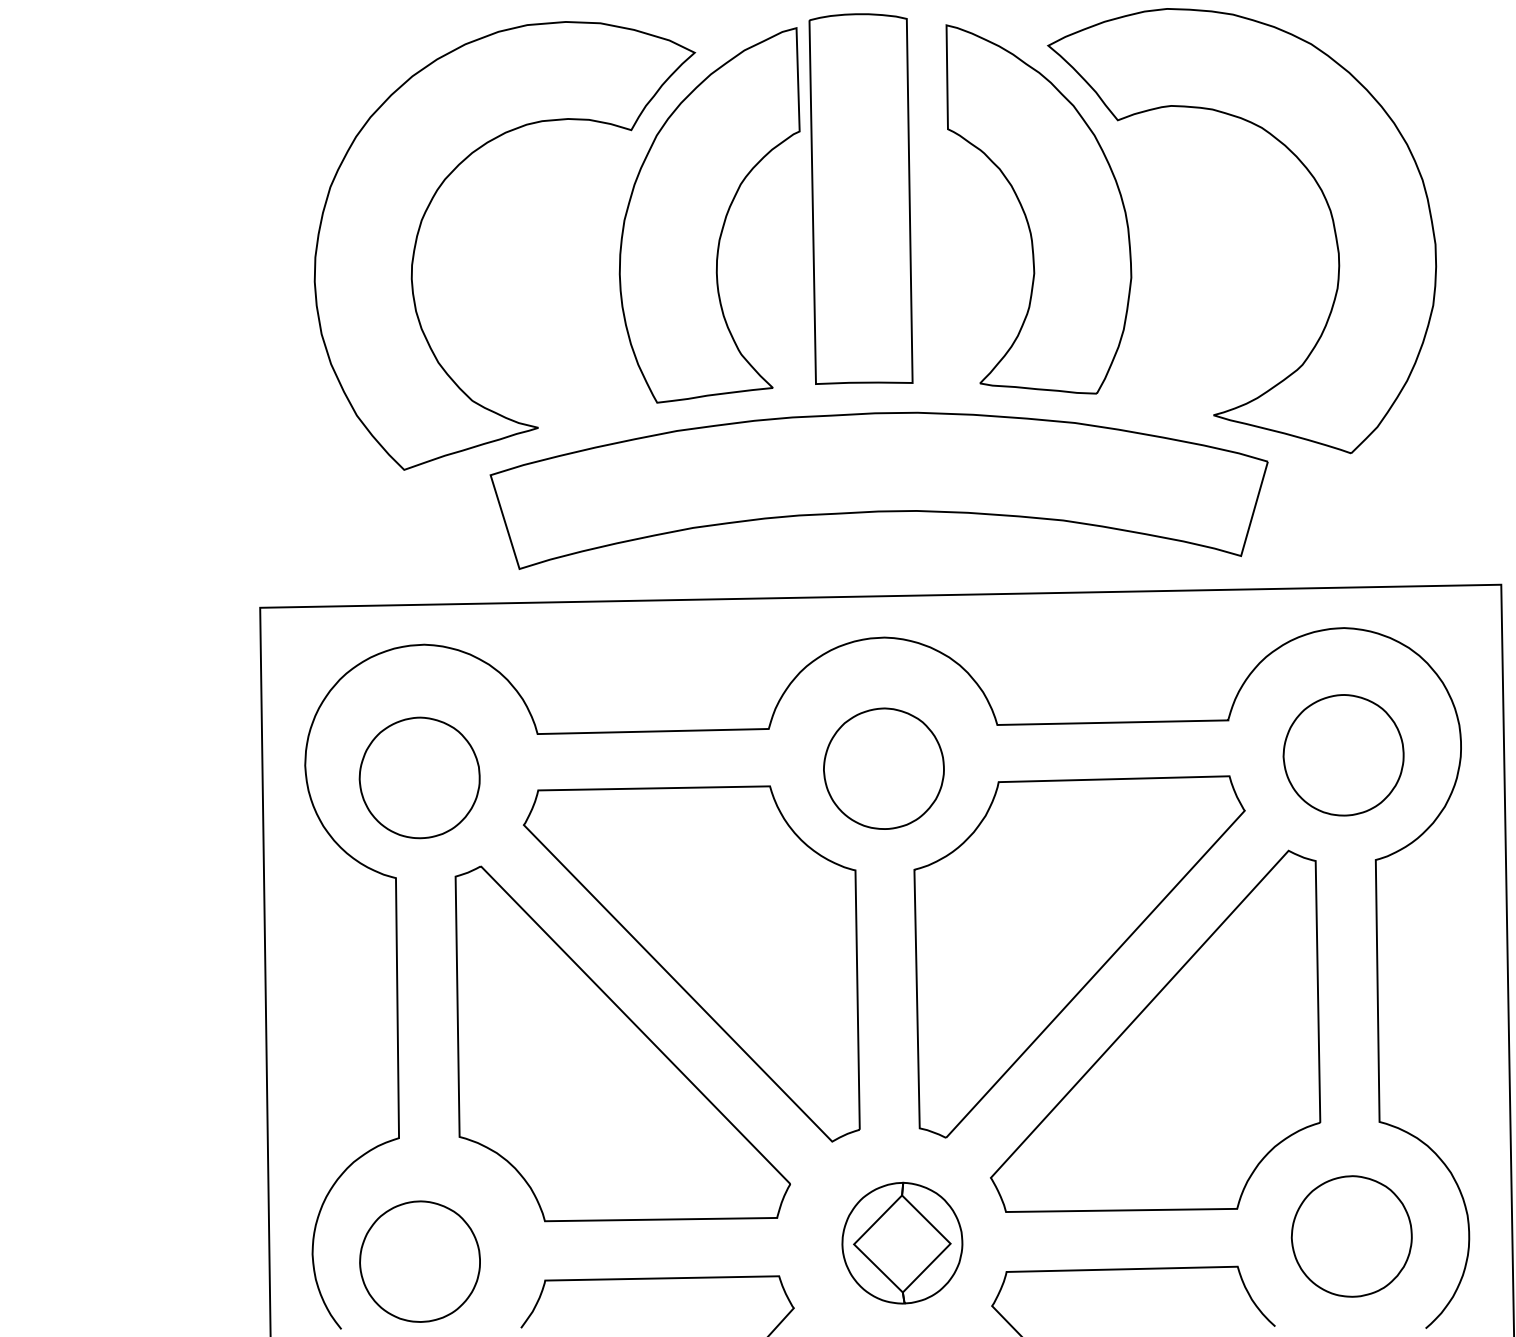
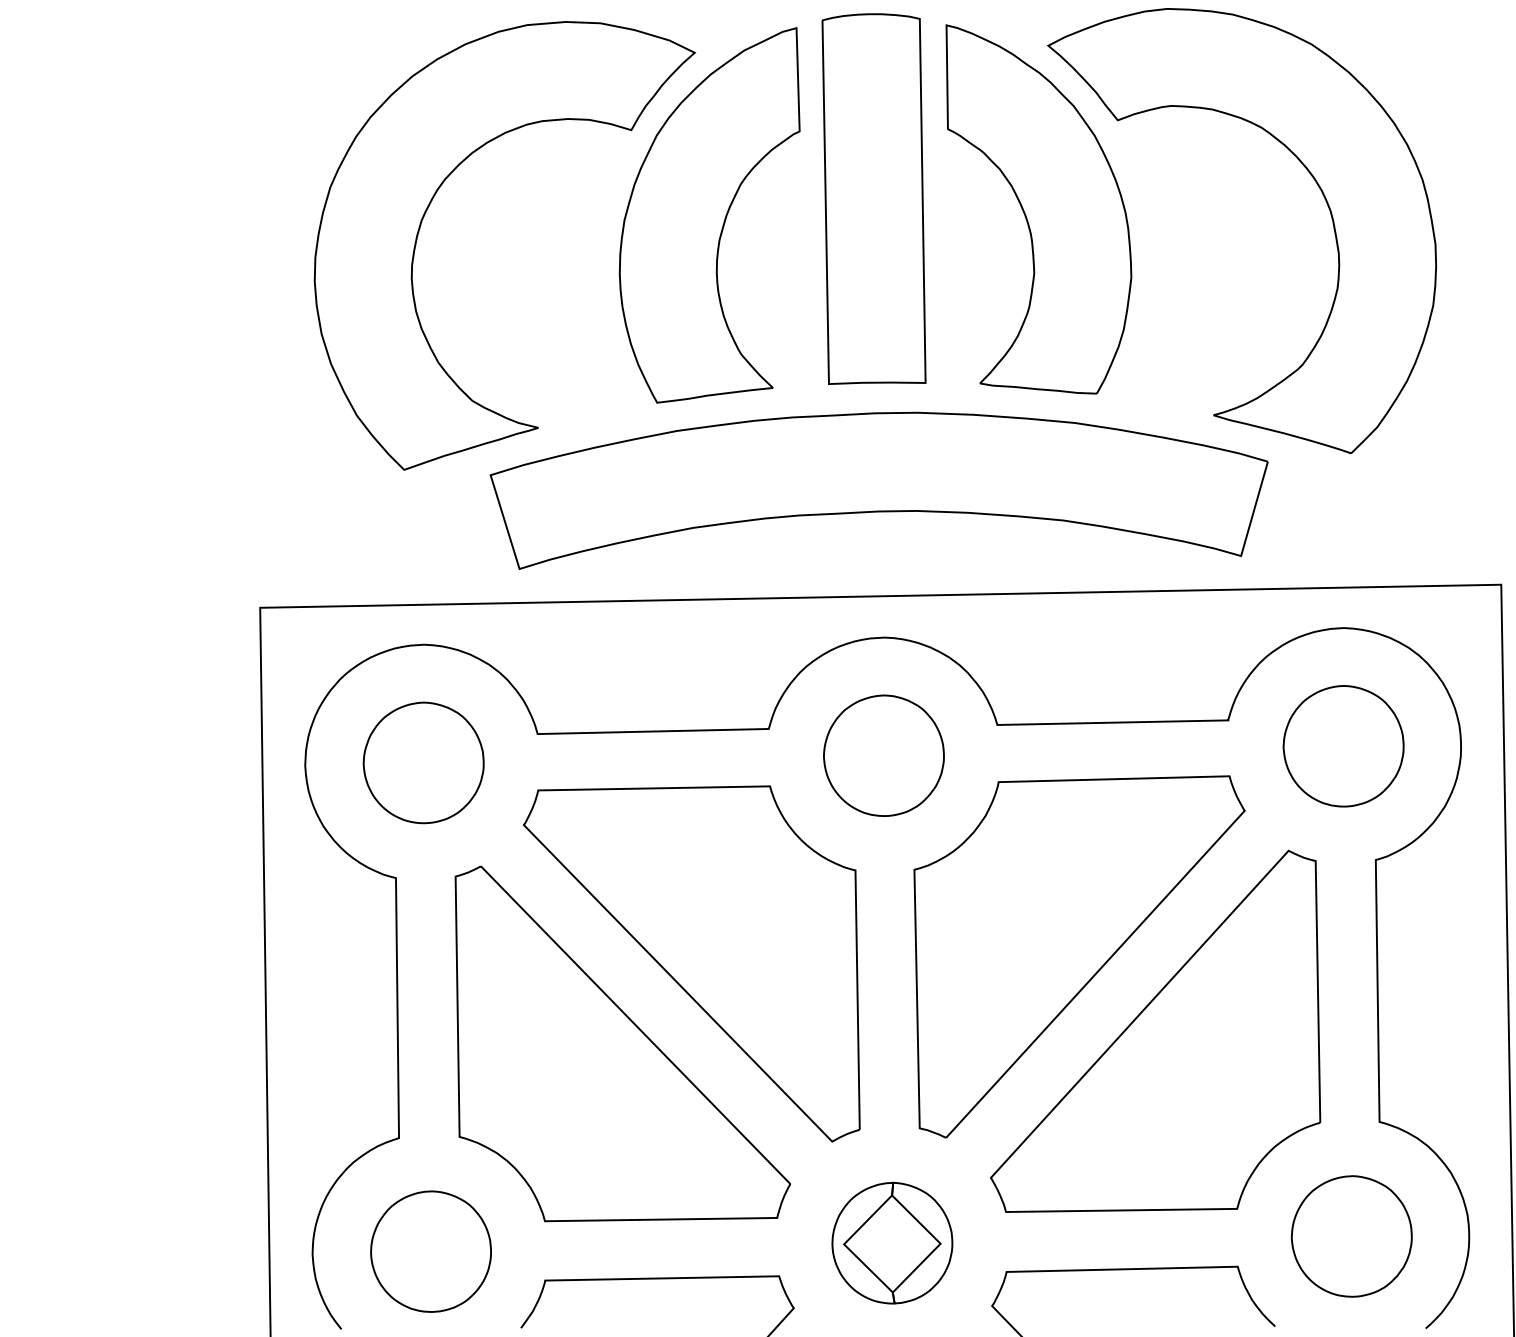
part at (860, 198) position: (860, 198) -> (873, 198)
part at (1343, 755) position: (1343, 755) -> (1343, 746)
part at (883, 768) position: (883, 768) -> (883, 755)
part at (419, 777) position: (419, 777) -> (423, 762)
part at (902, 1242) position: (902, 1242) -> (892, 1242)
part at (419, 1261) position: (419, 1261) -> (430, 1251)
